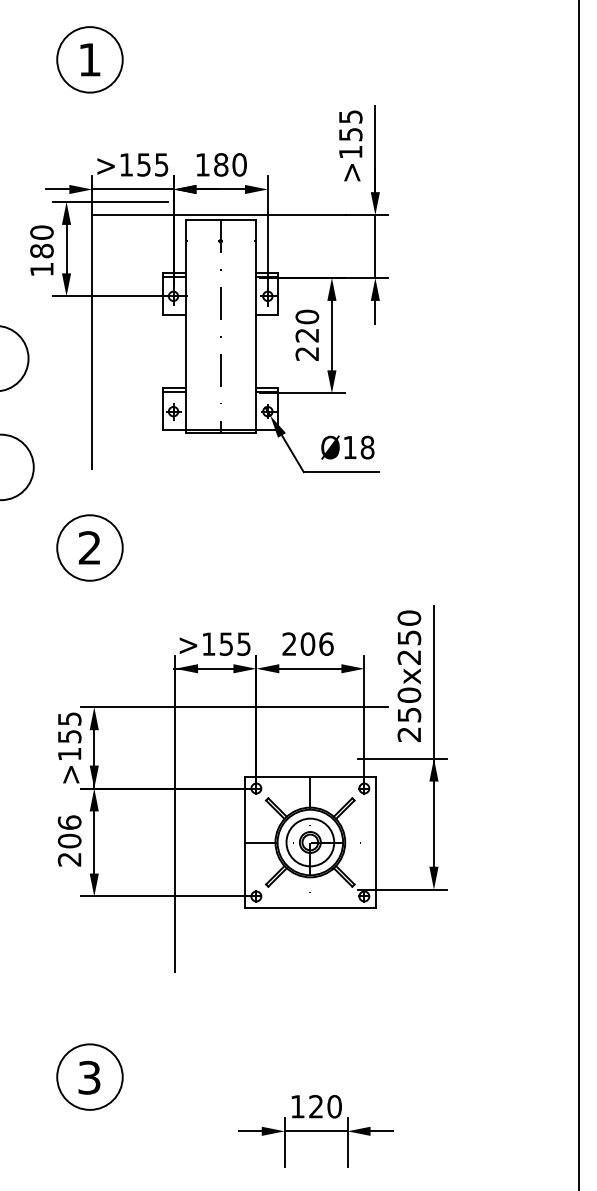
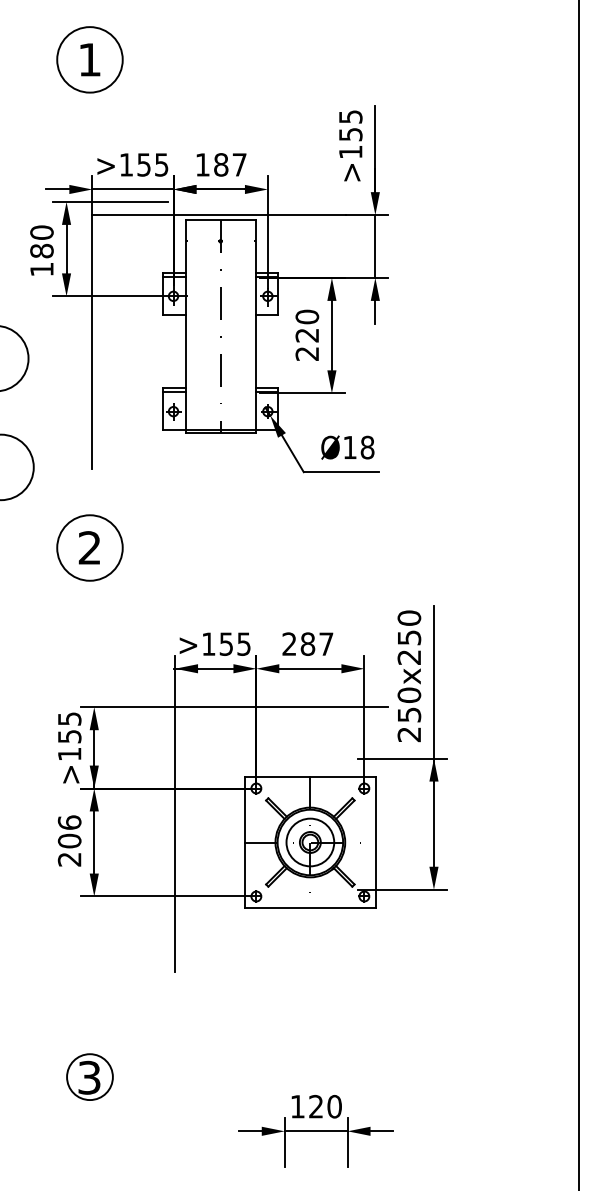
text at (239, 164): 180 -> 187
text at (316, 643): 206 -> 287
circle at (89, 1076) diameter: 66 px -> 46 px
